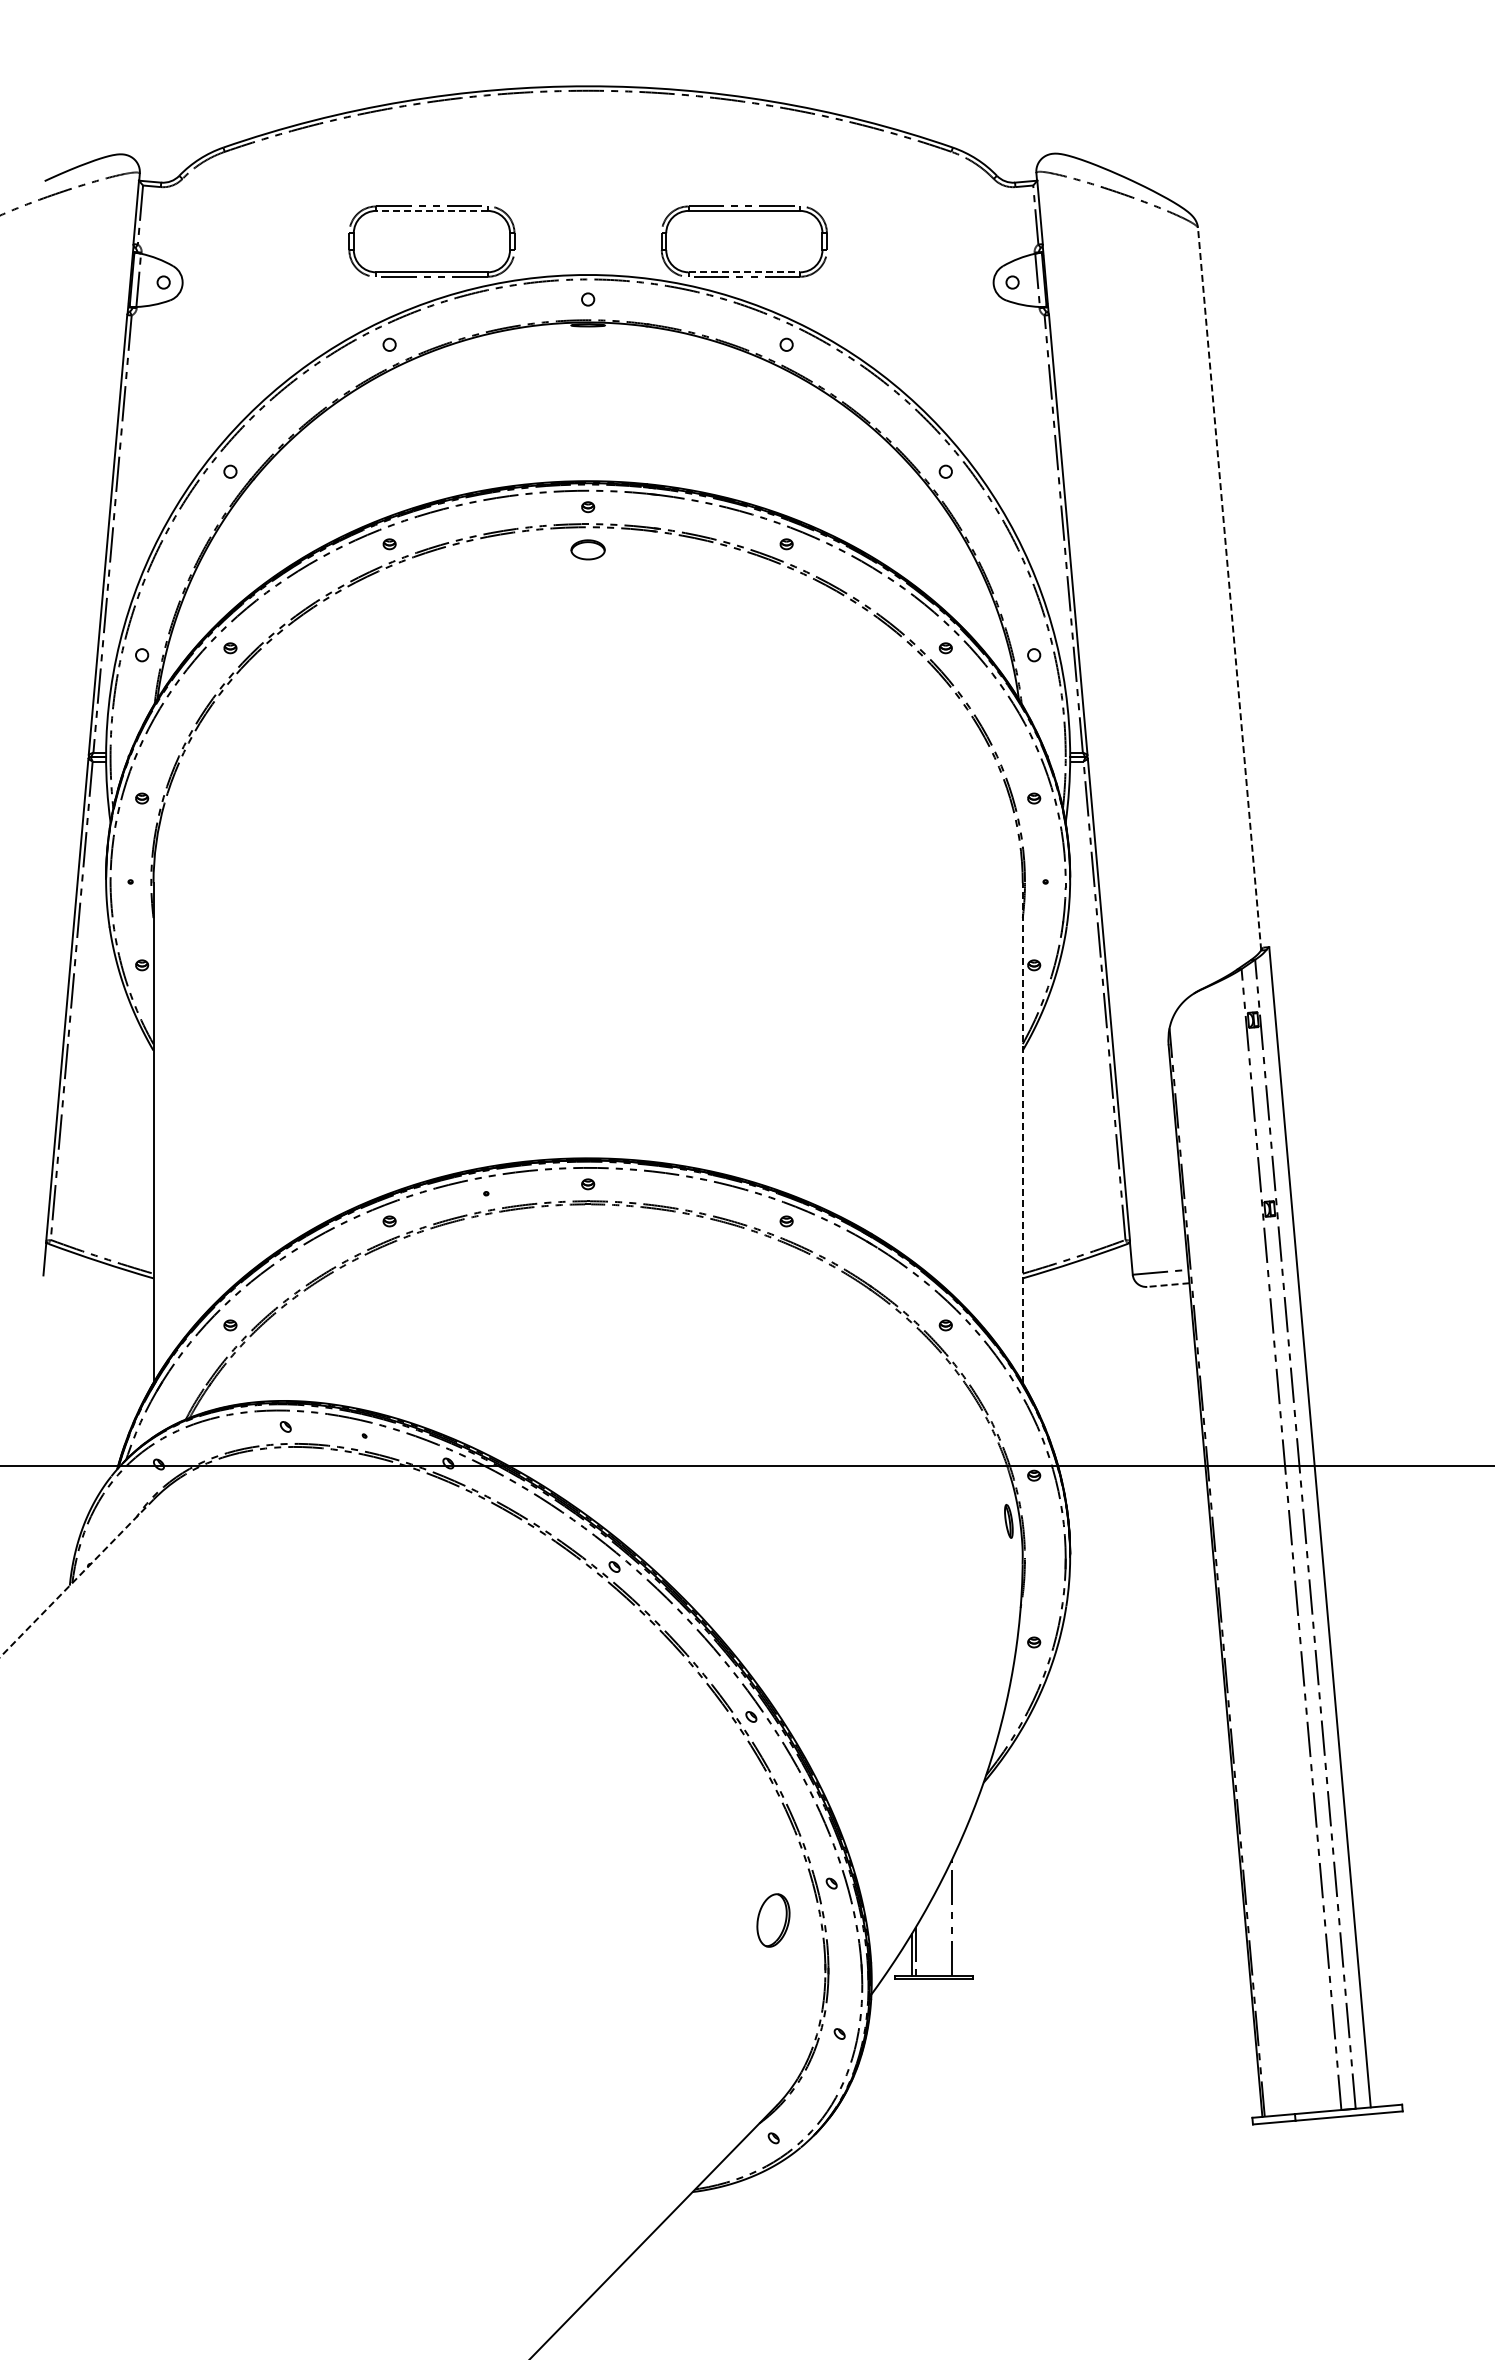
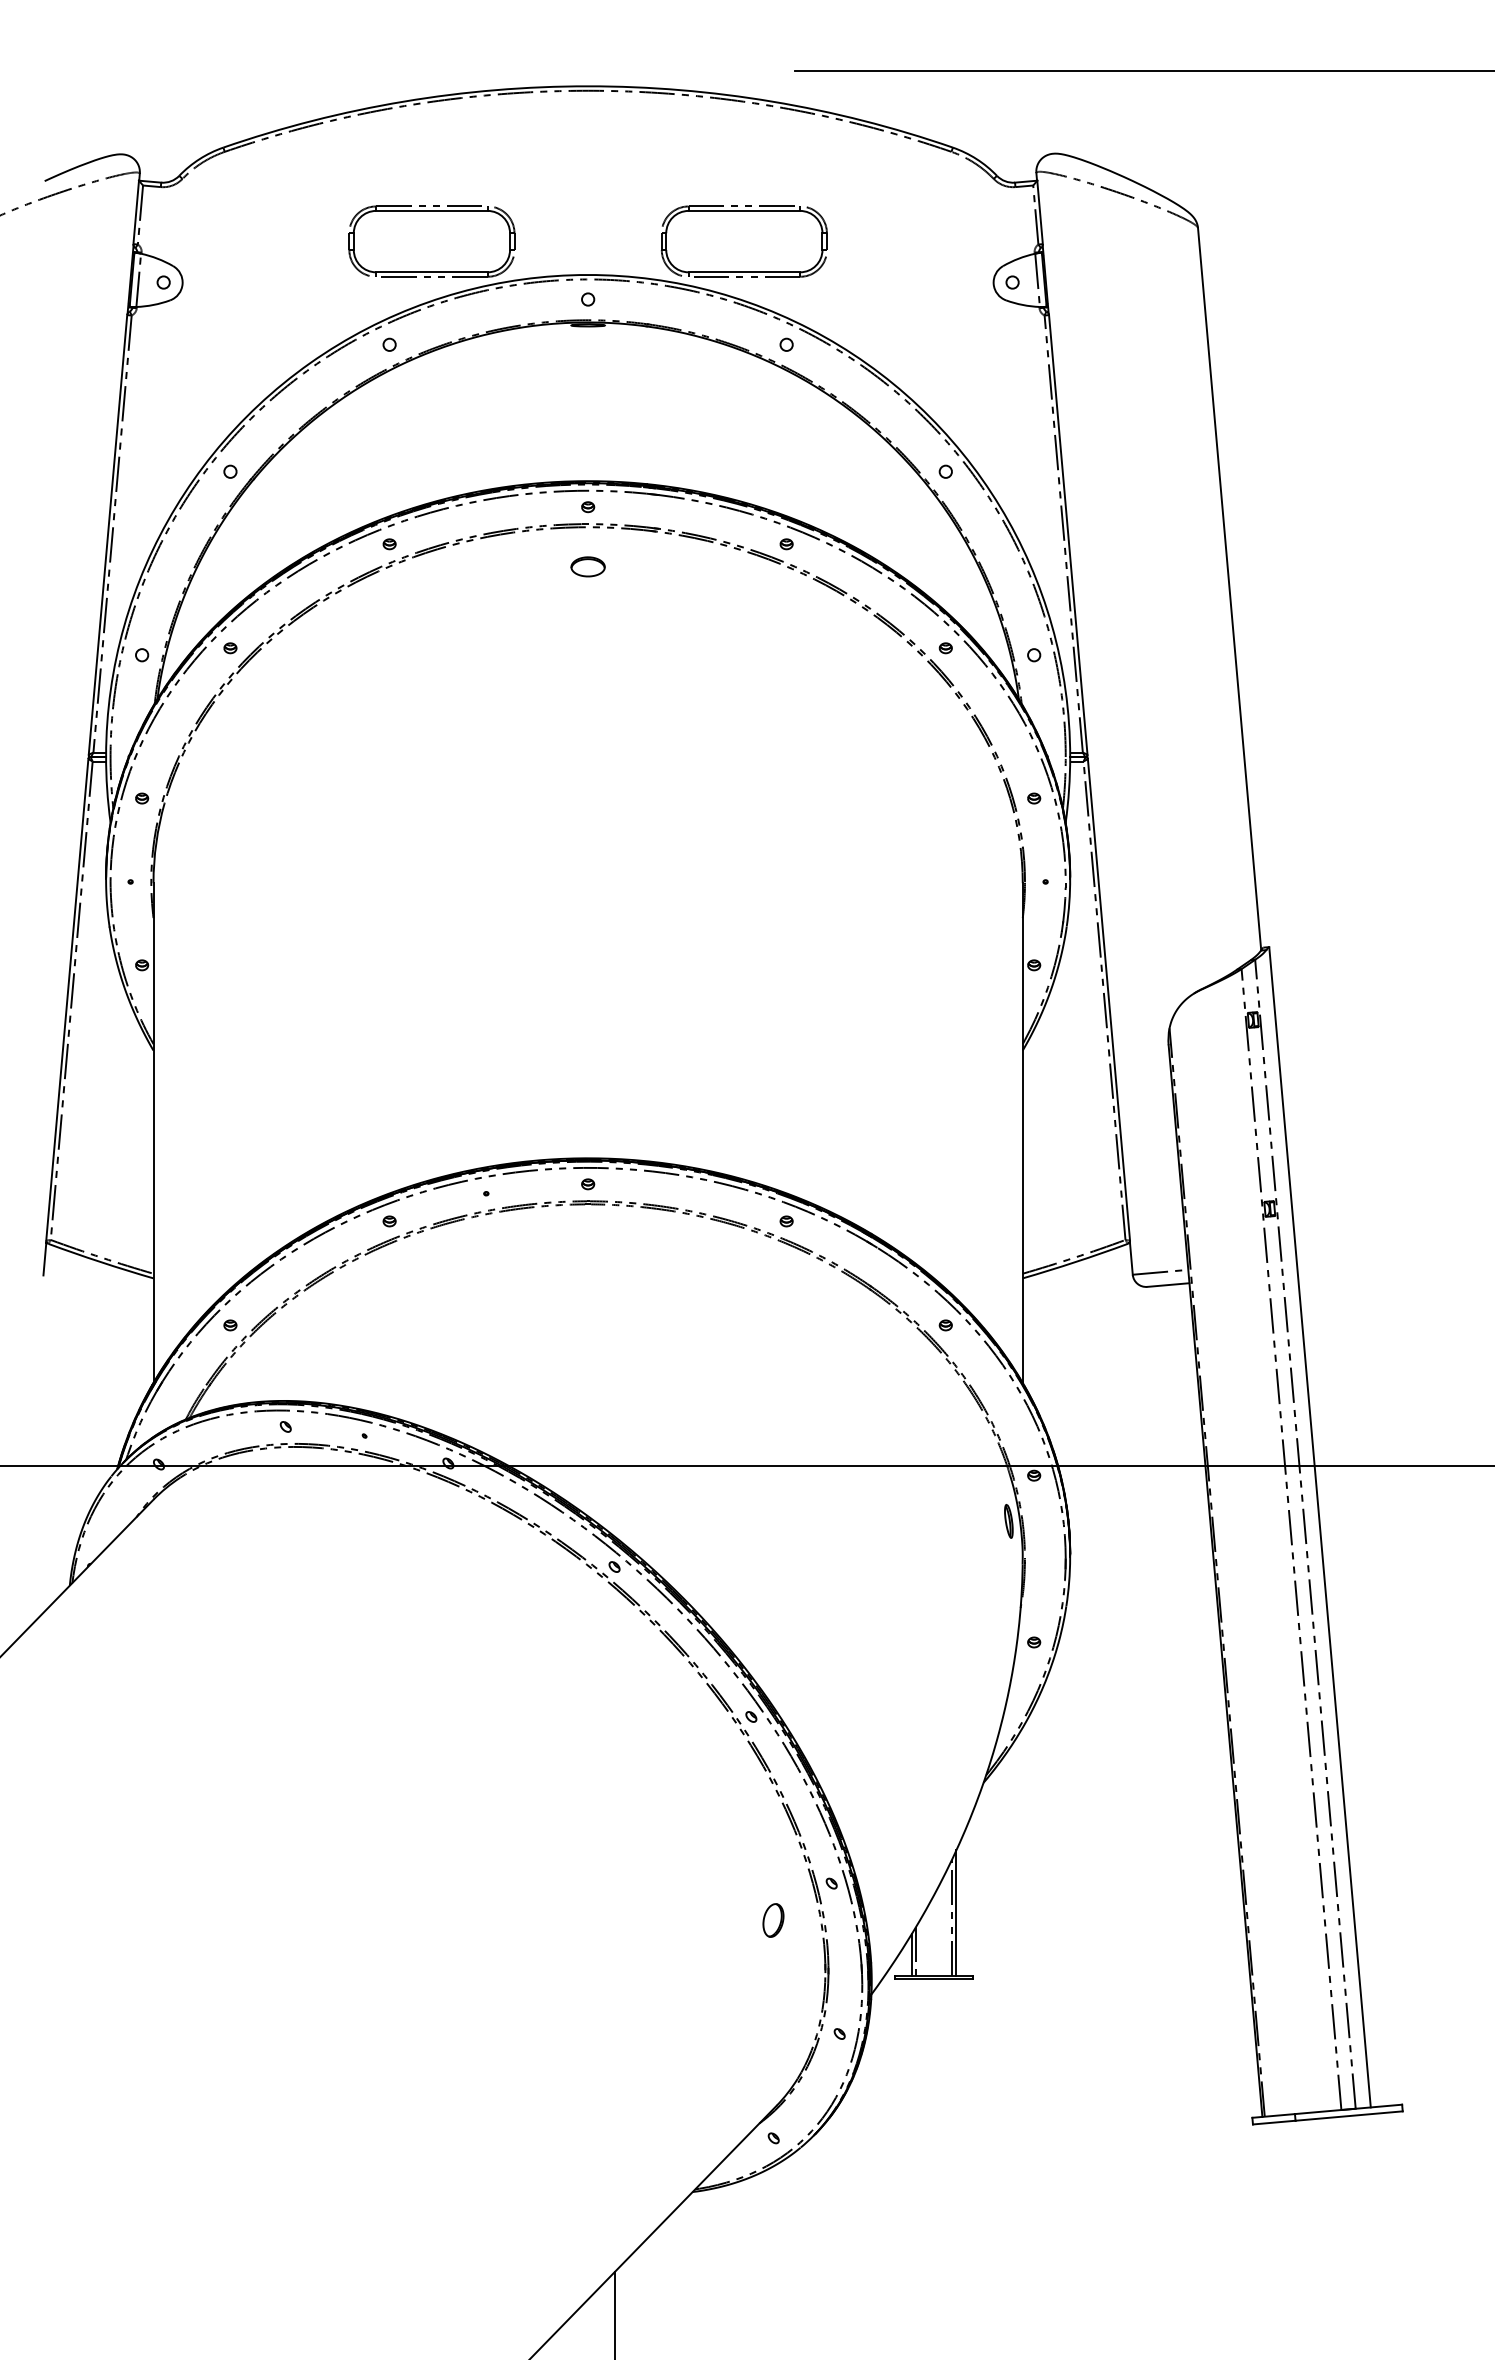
line at (1143, 70): none -> present
line at (431, 210): dashed -> solid
line at (744, 272): dashed -> solid
part at (587, 549) position: (587, 549) -> (587, 566)
line at (1229, 589): dashed -> solid
line at (1022, 1133): dashed -> solid
line at (1167, 1285): dashed -> solid
line at (76, 1578): dashed -> solid
line at (956, 1913): none -> present
part at (773, 1920) size: 35x55 px -> 23x35 px
line at (615, 2313): none -> present
